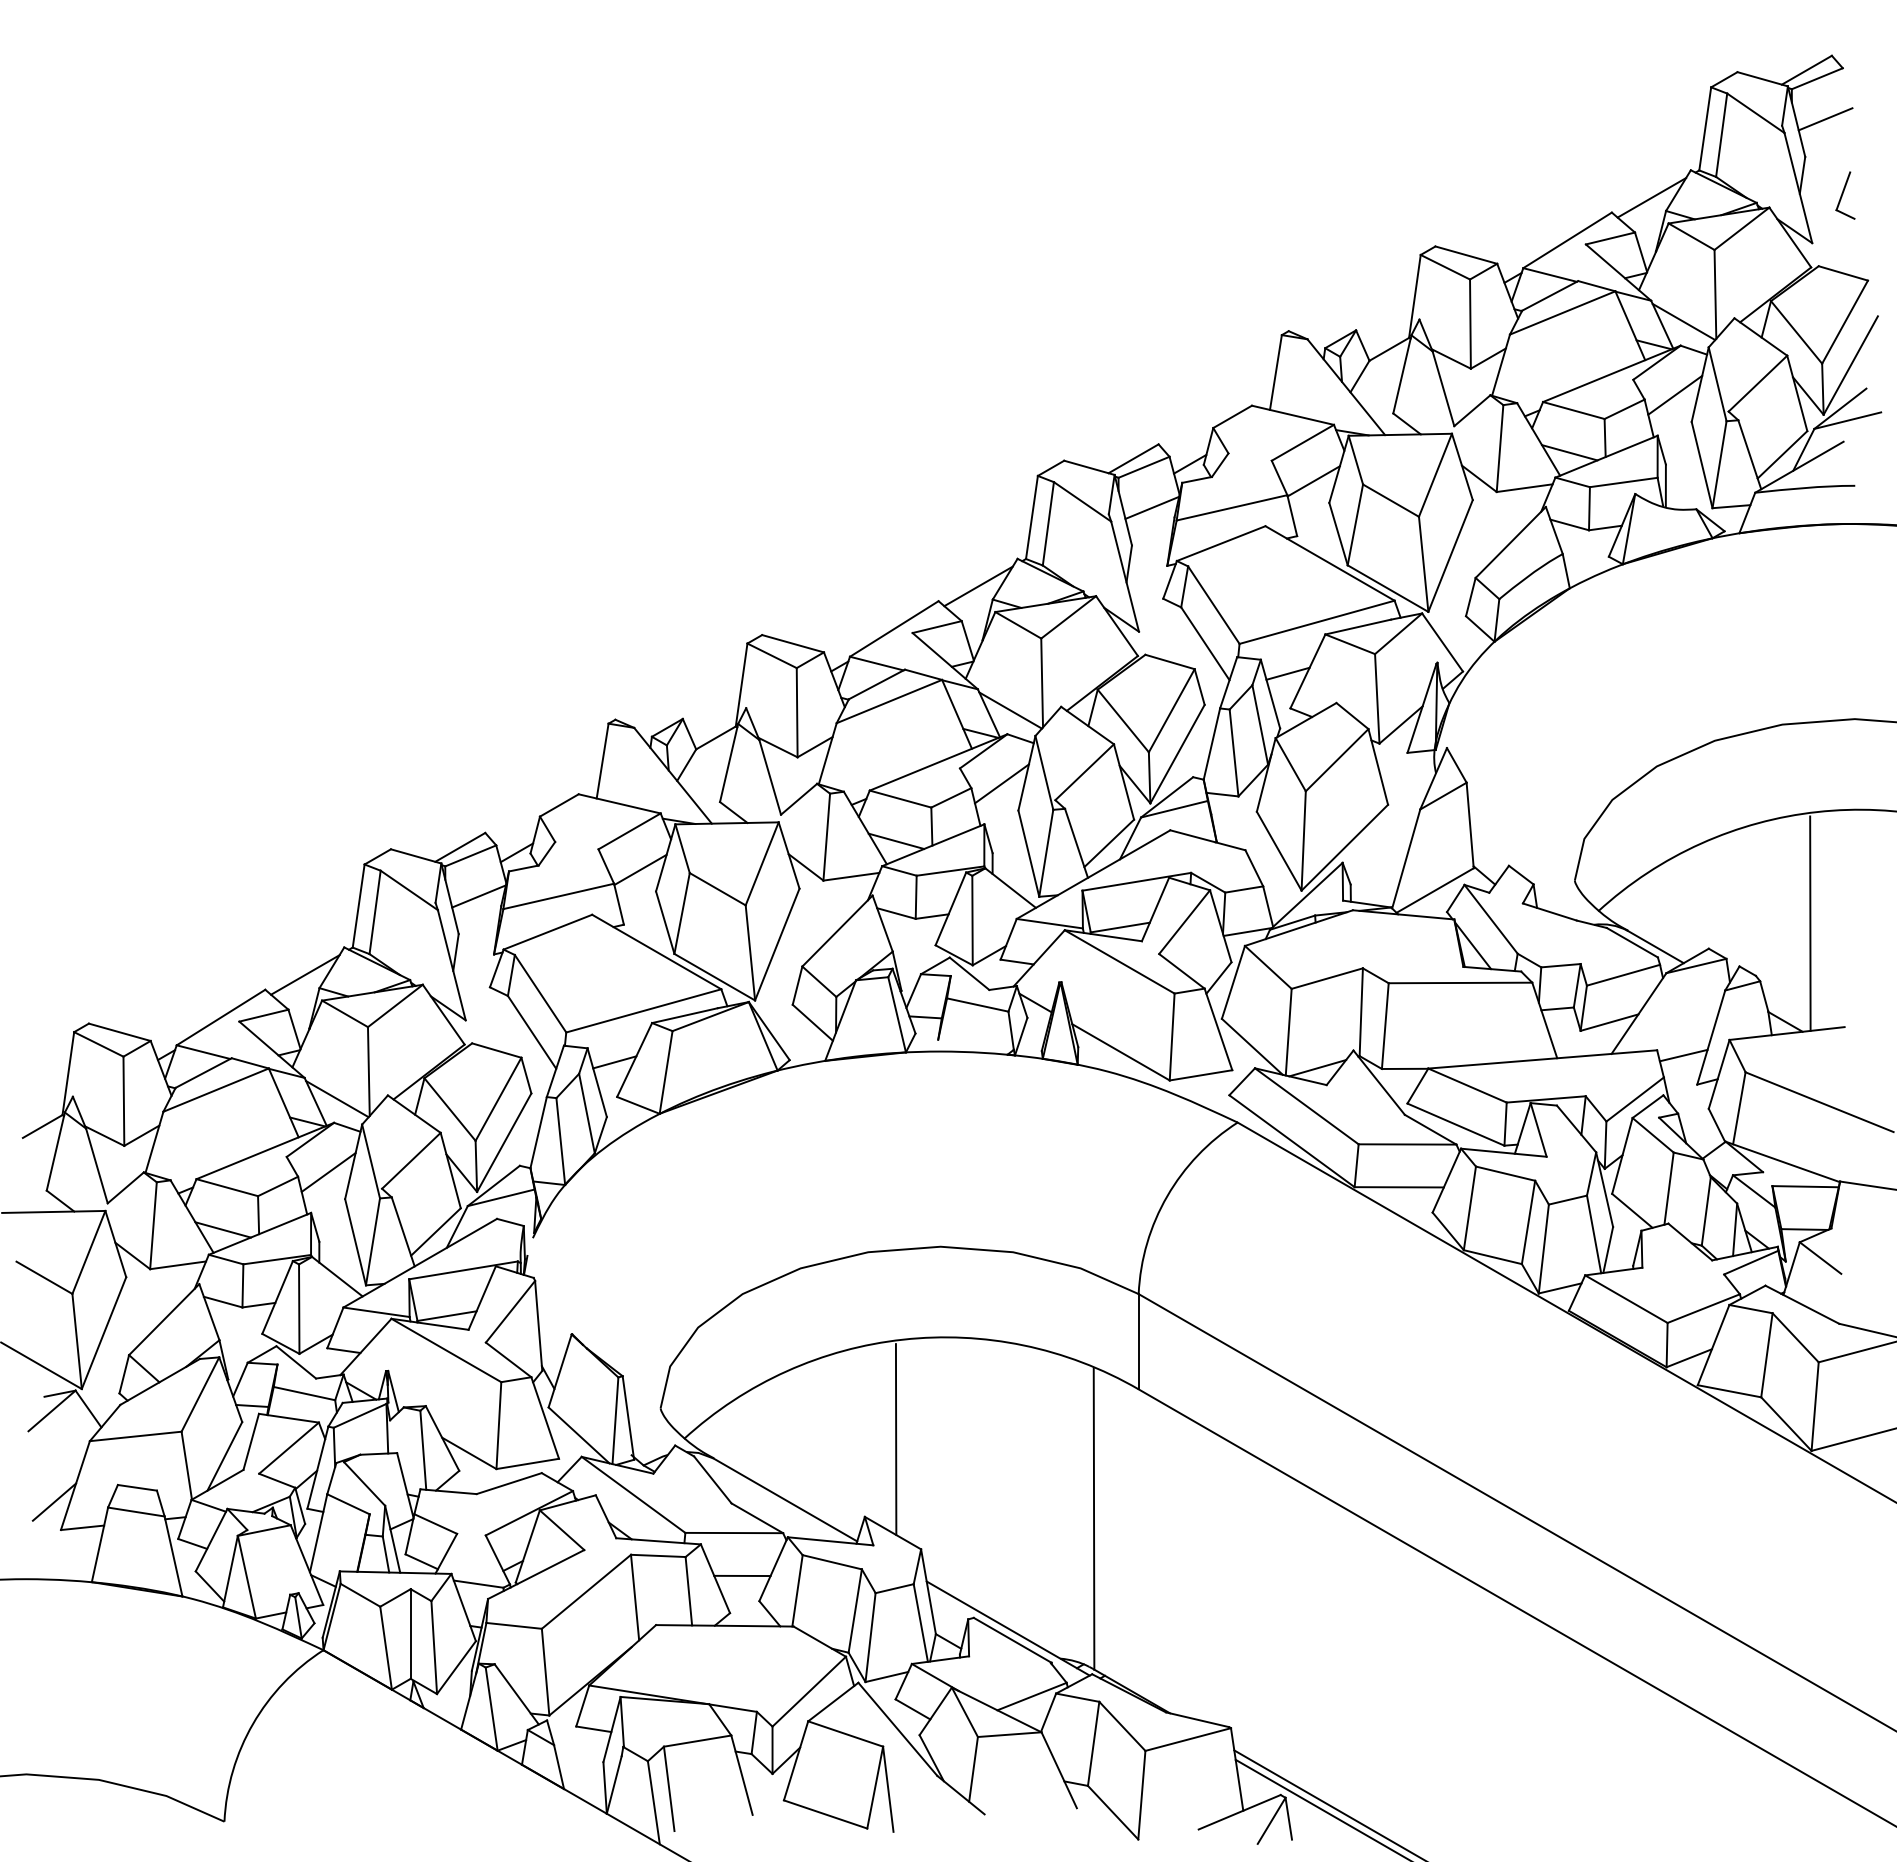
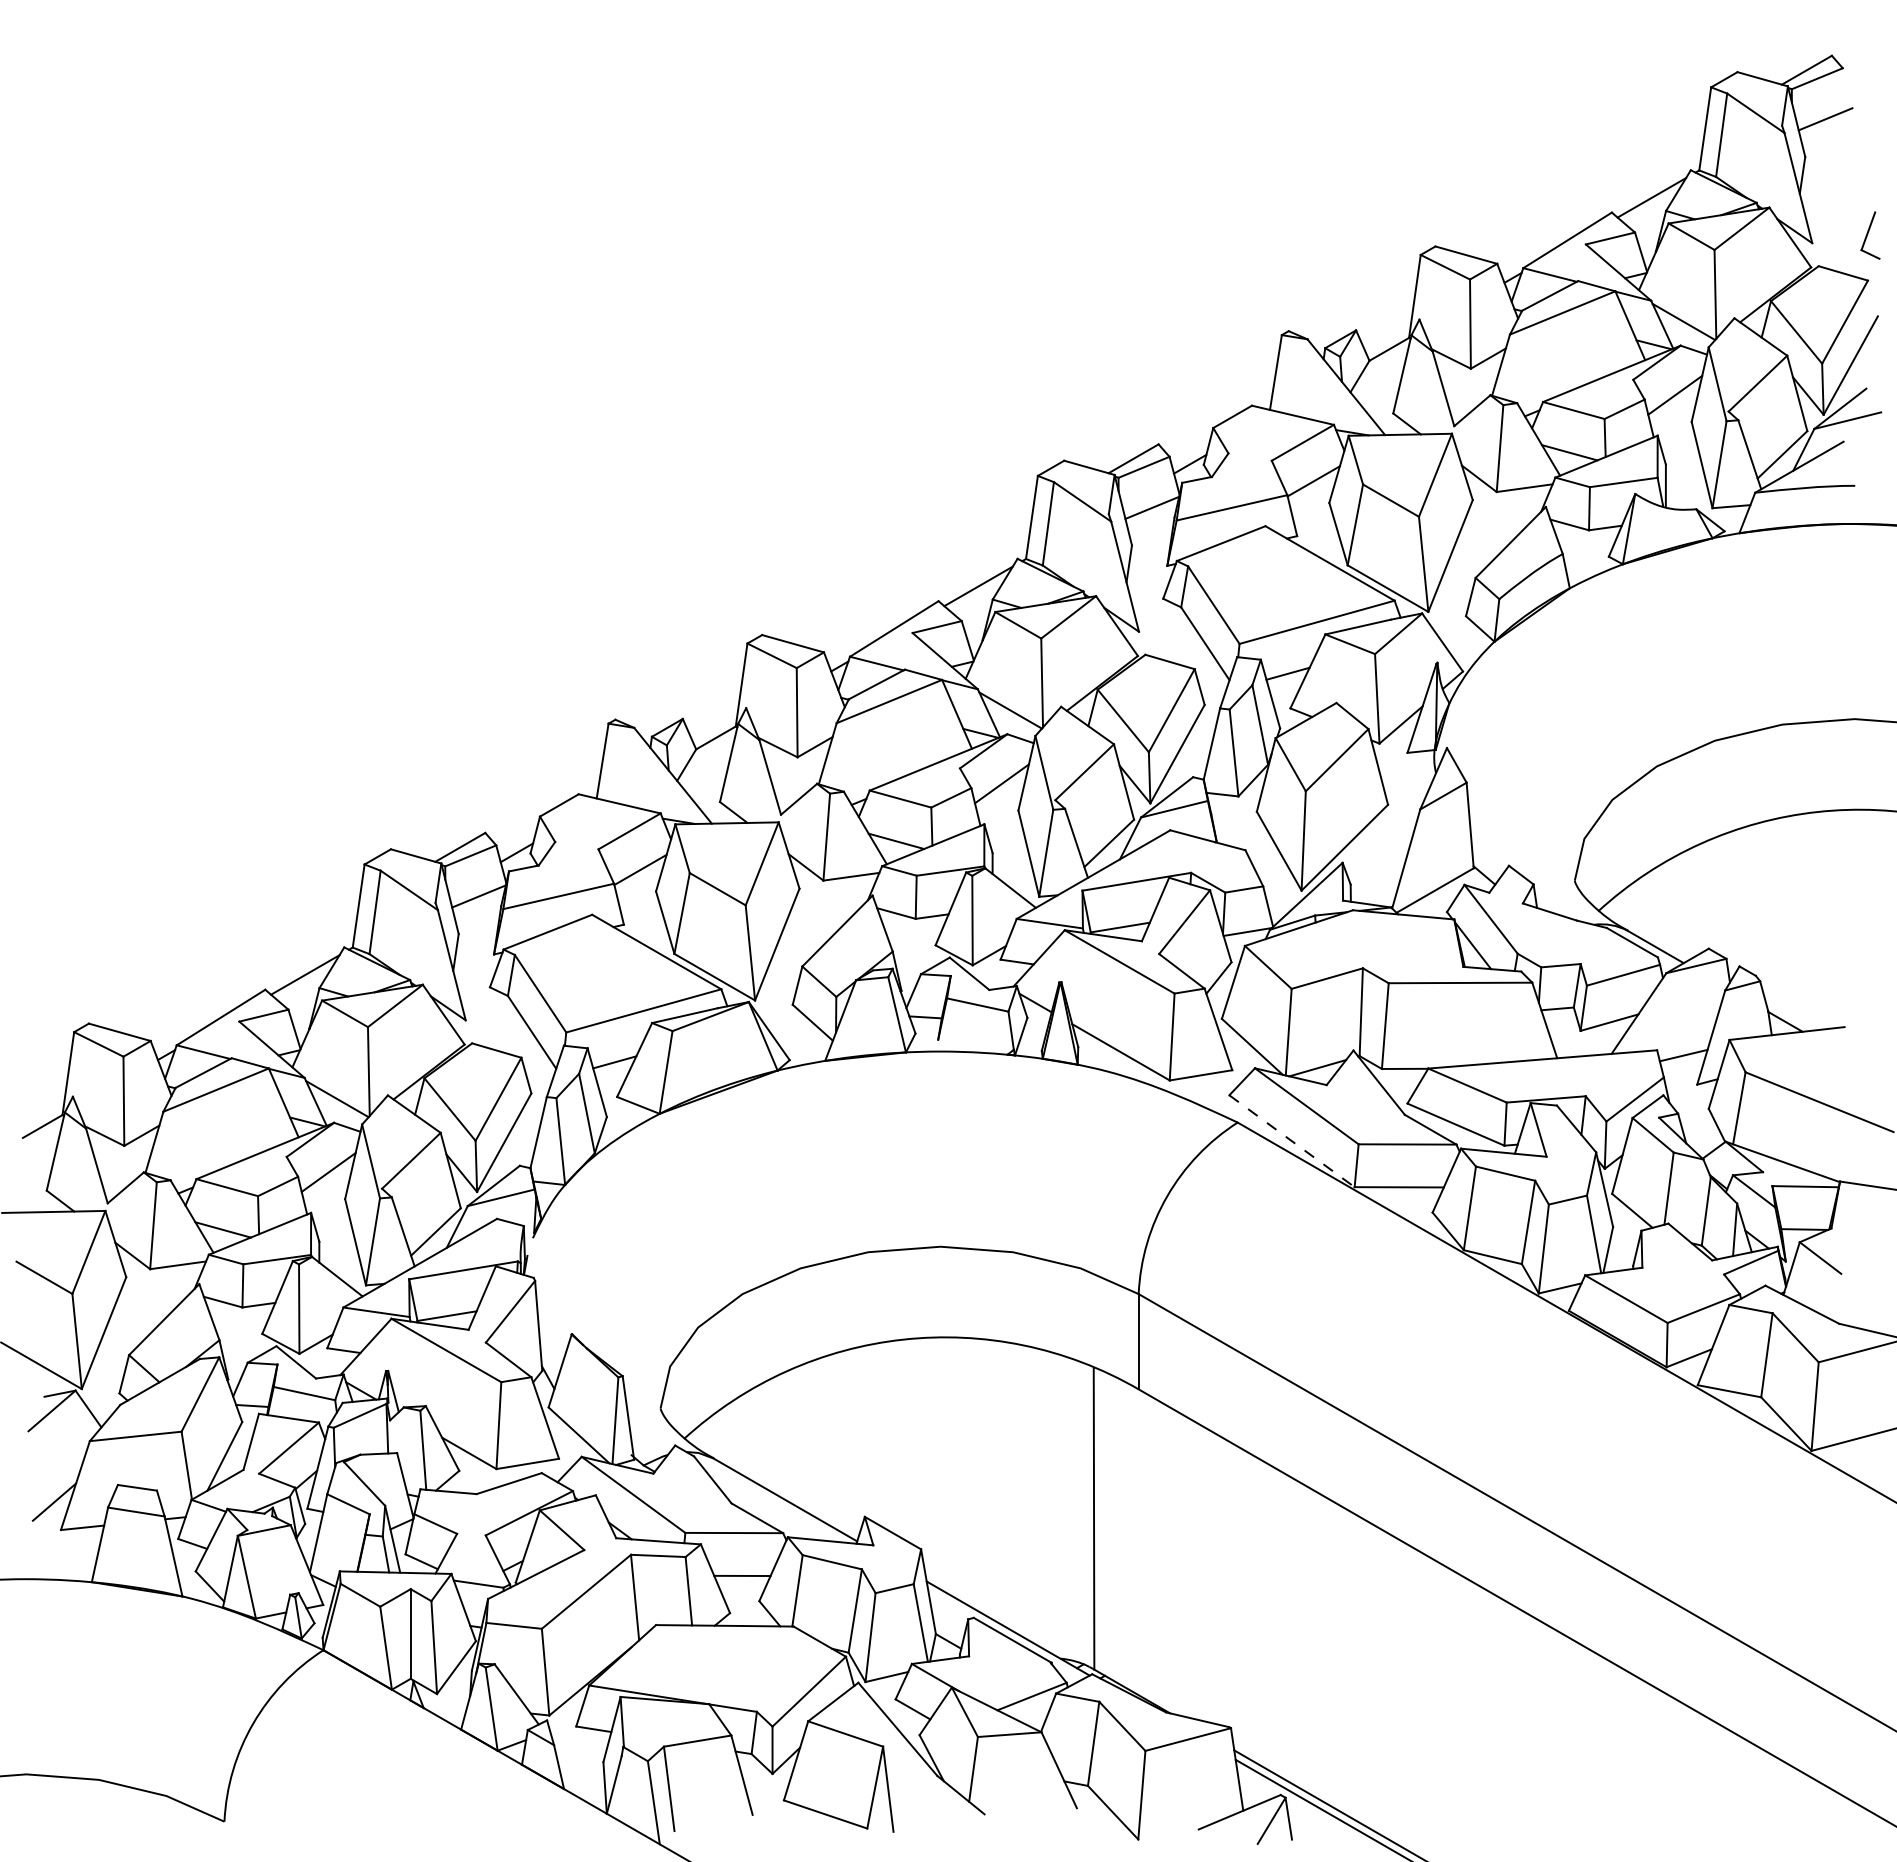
part at (1845, 195) position: (1845, 195) -> (1870, 235)
line at (1810, 923): present -> none
line at (1292, 1141): solid -> dashed
line at (895, 1439): present -> none
